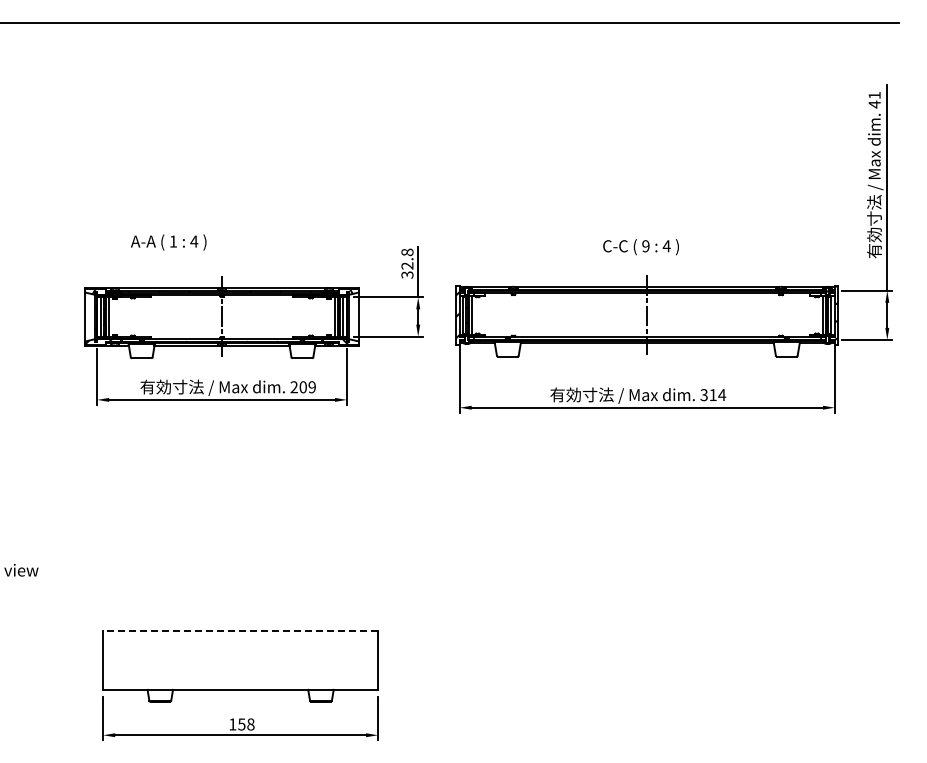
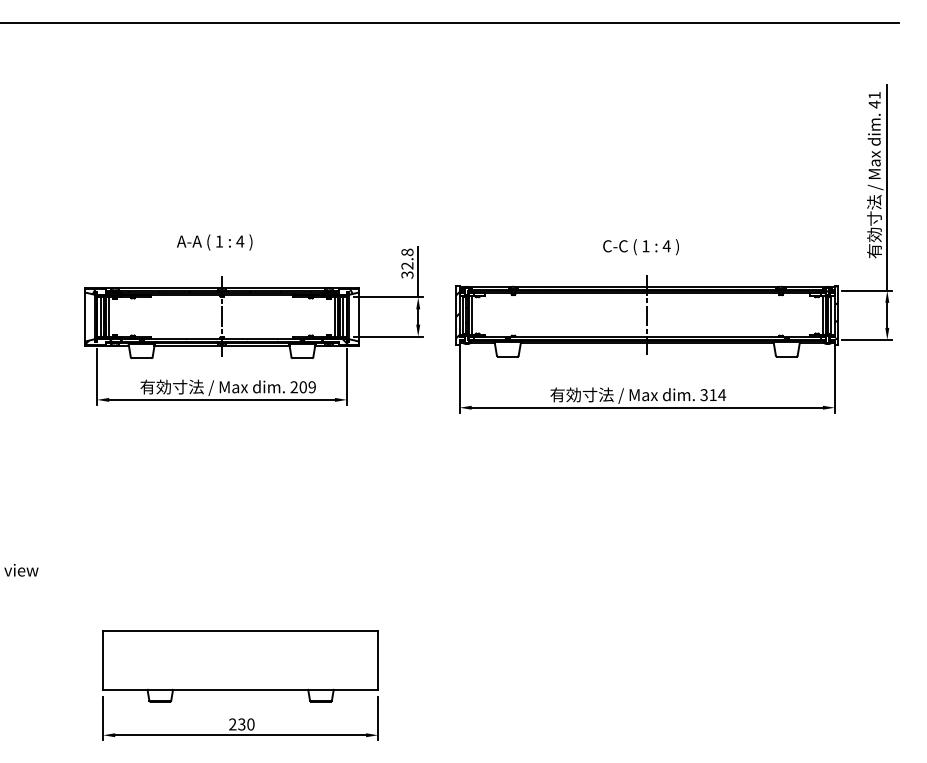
text at (168, 242) position: (168, 242) -> (214, 242)
text at (645, 246): 9 -> 1
line at (240, 631): dashed -> solid
text at (241, 724): 158 -> 230
